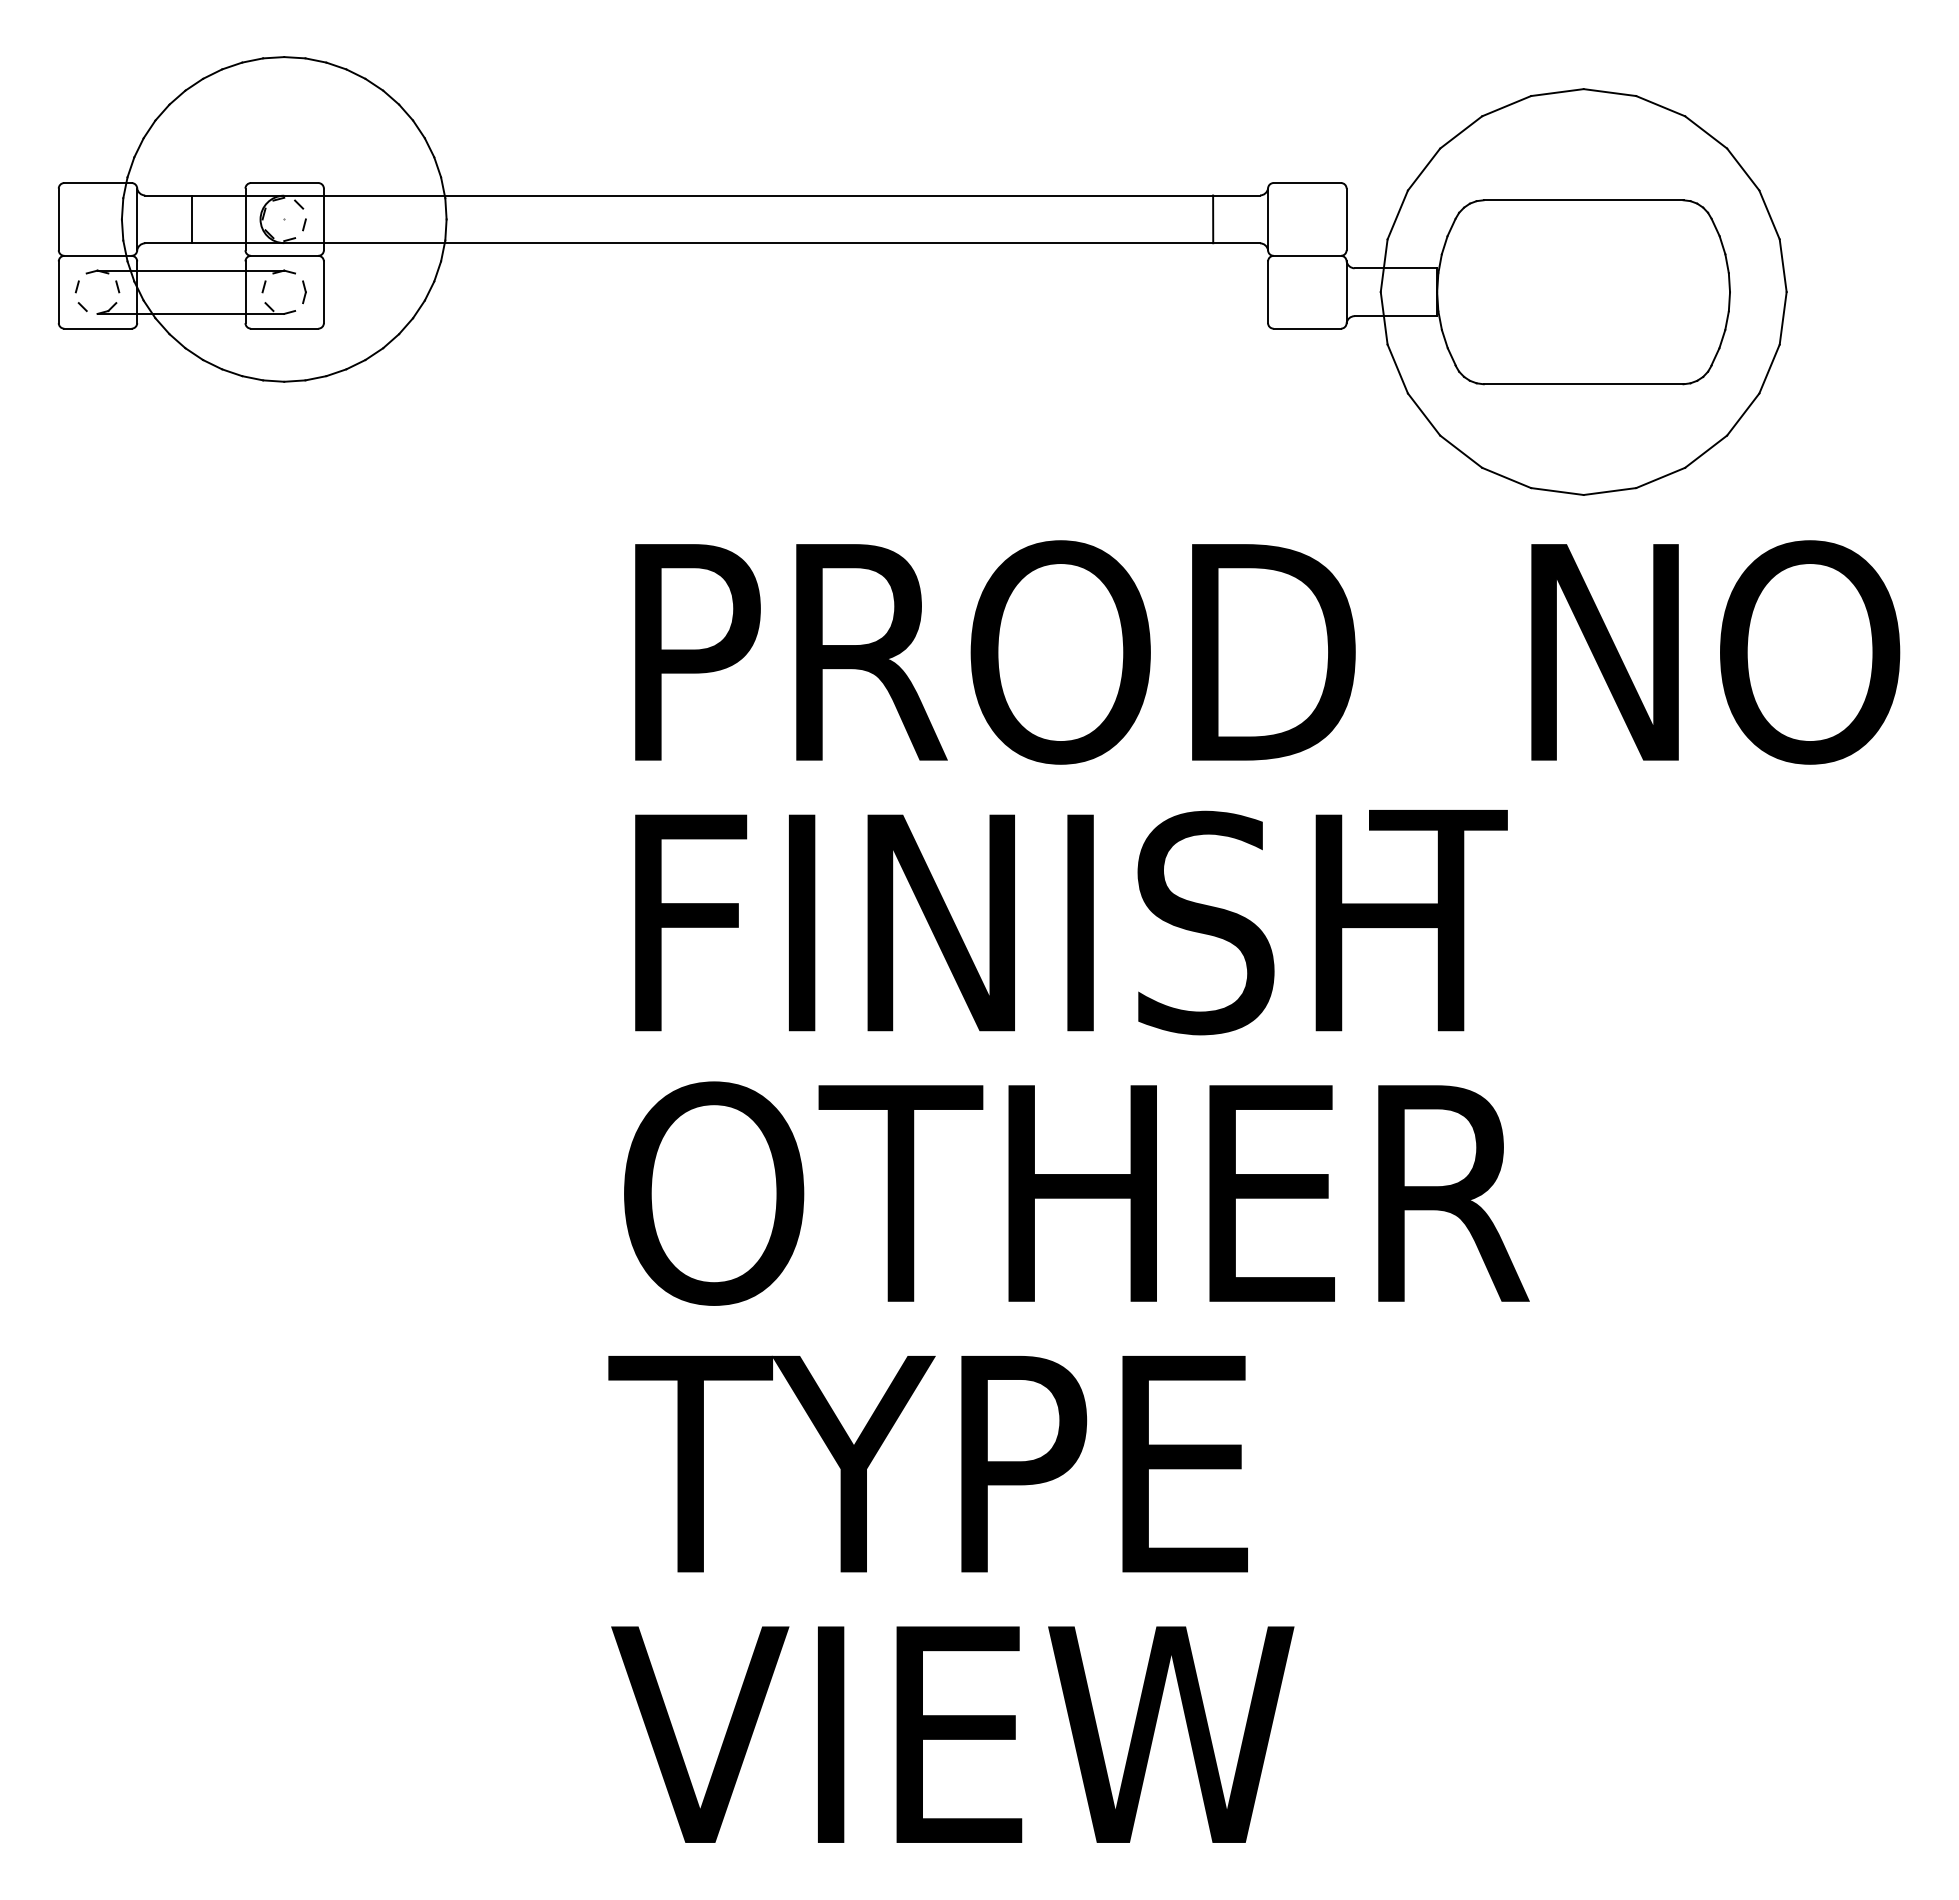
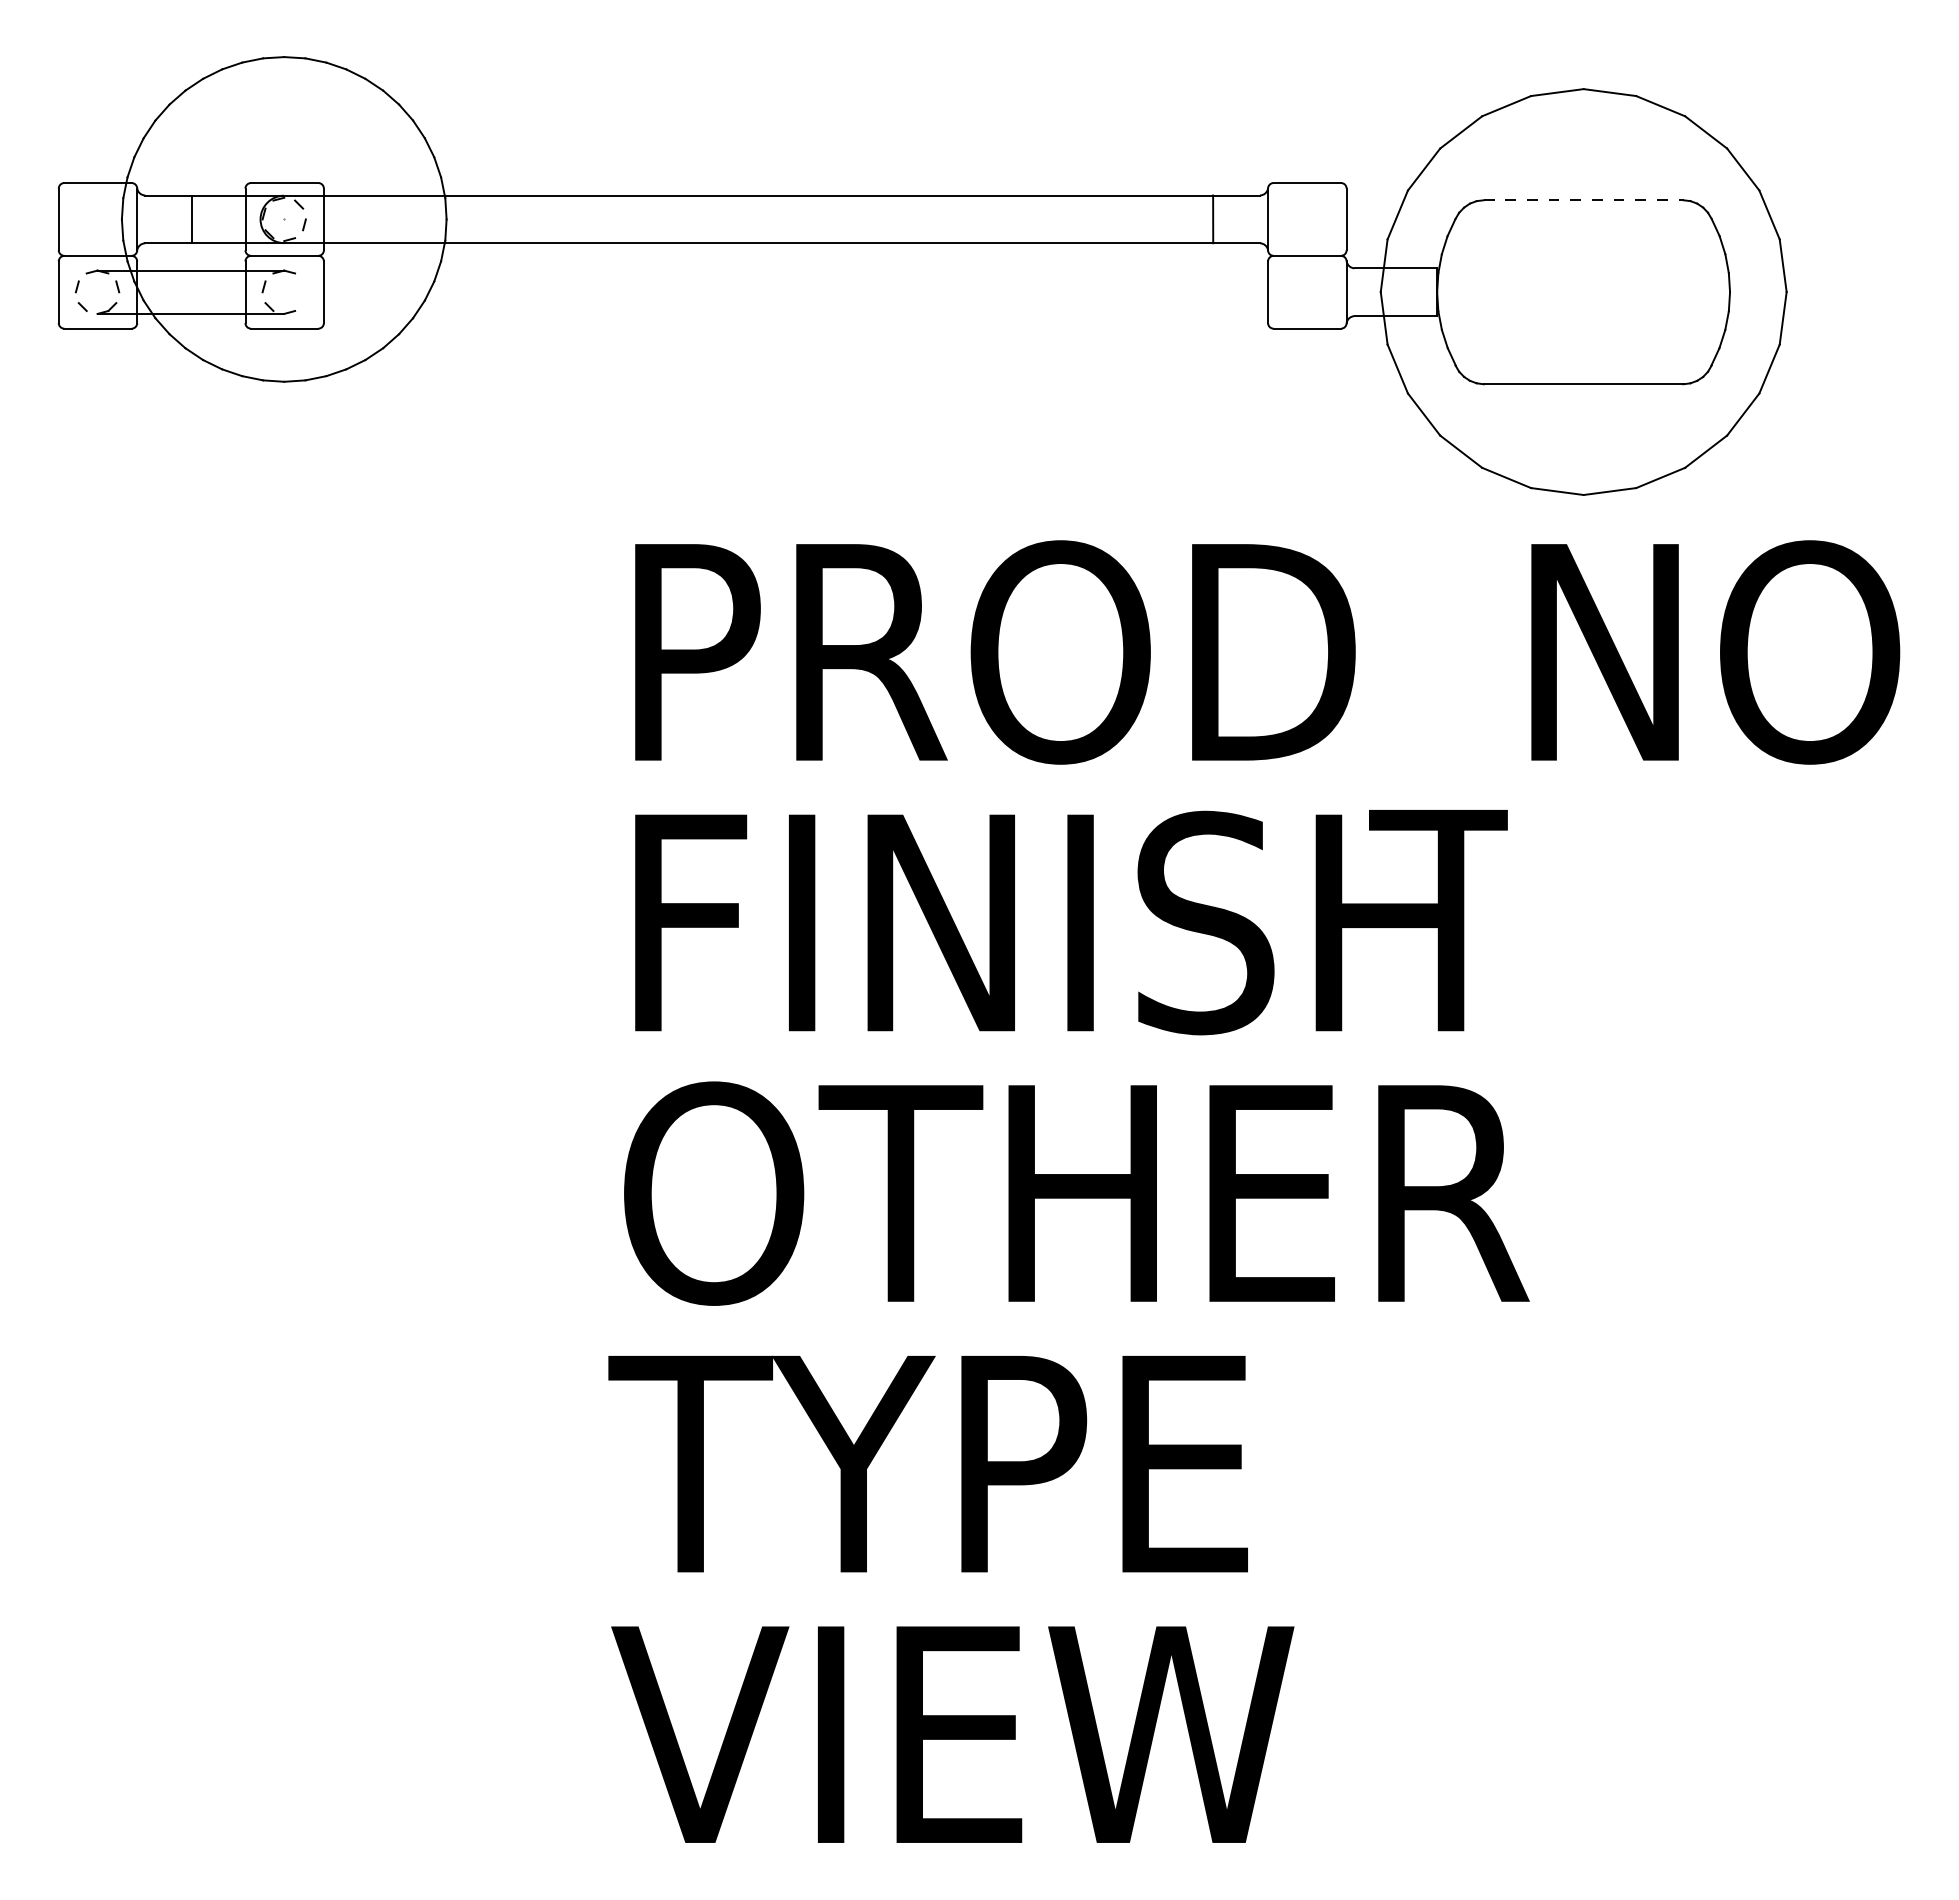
line at (1583, 200): solid -> dashed
part at (304, 292): present -> none
